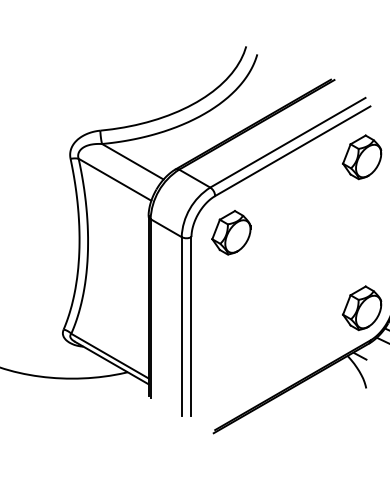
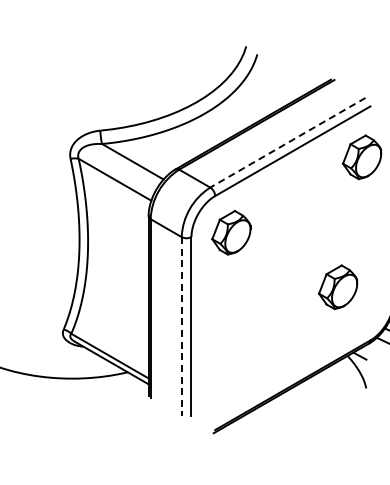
line at (287, 142): solid -> dashed
part at (362, 308) position: (362, 308) -> (338, 287)
line at (181, 326): solid -> dashed
